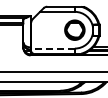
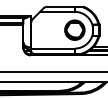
line at (53, 48): dashed -> solid
